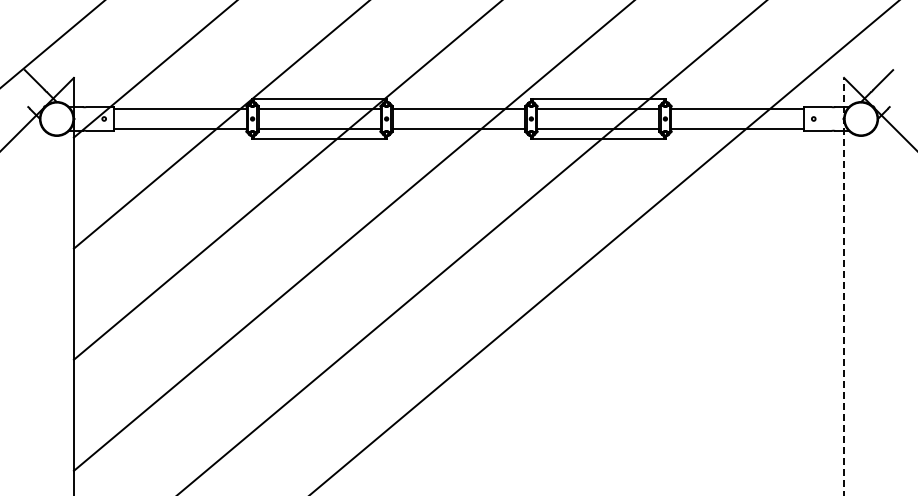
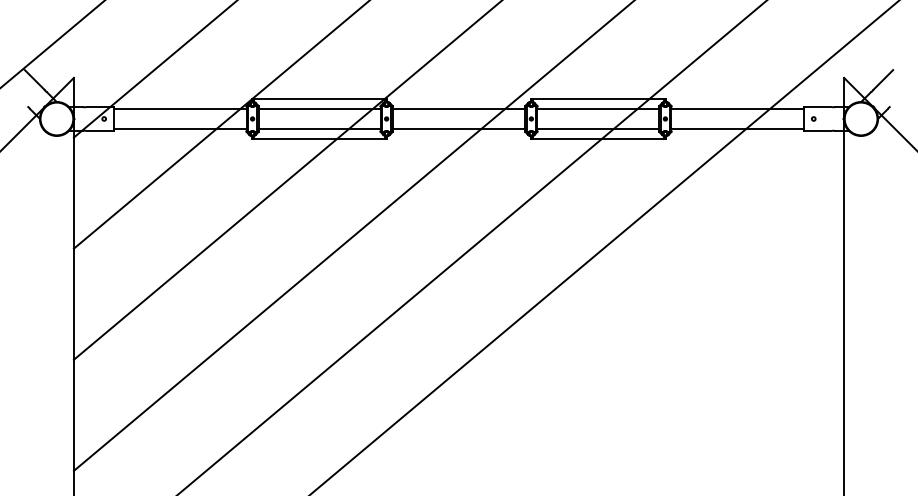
line at (844, 286): dashed -> solid
